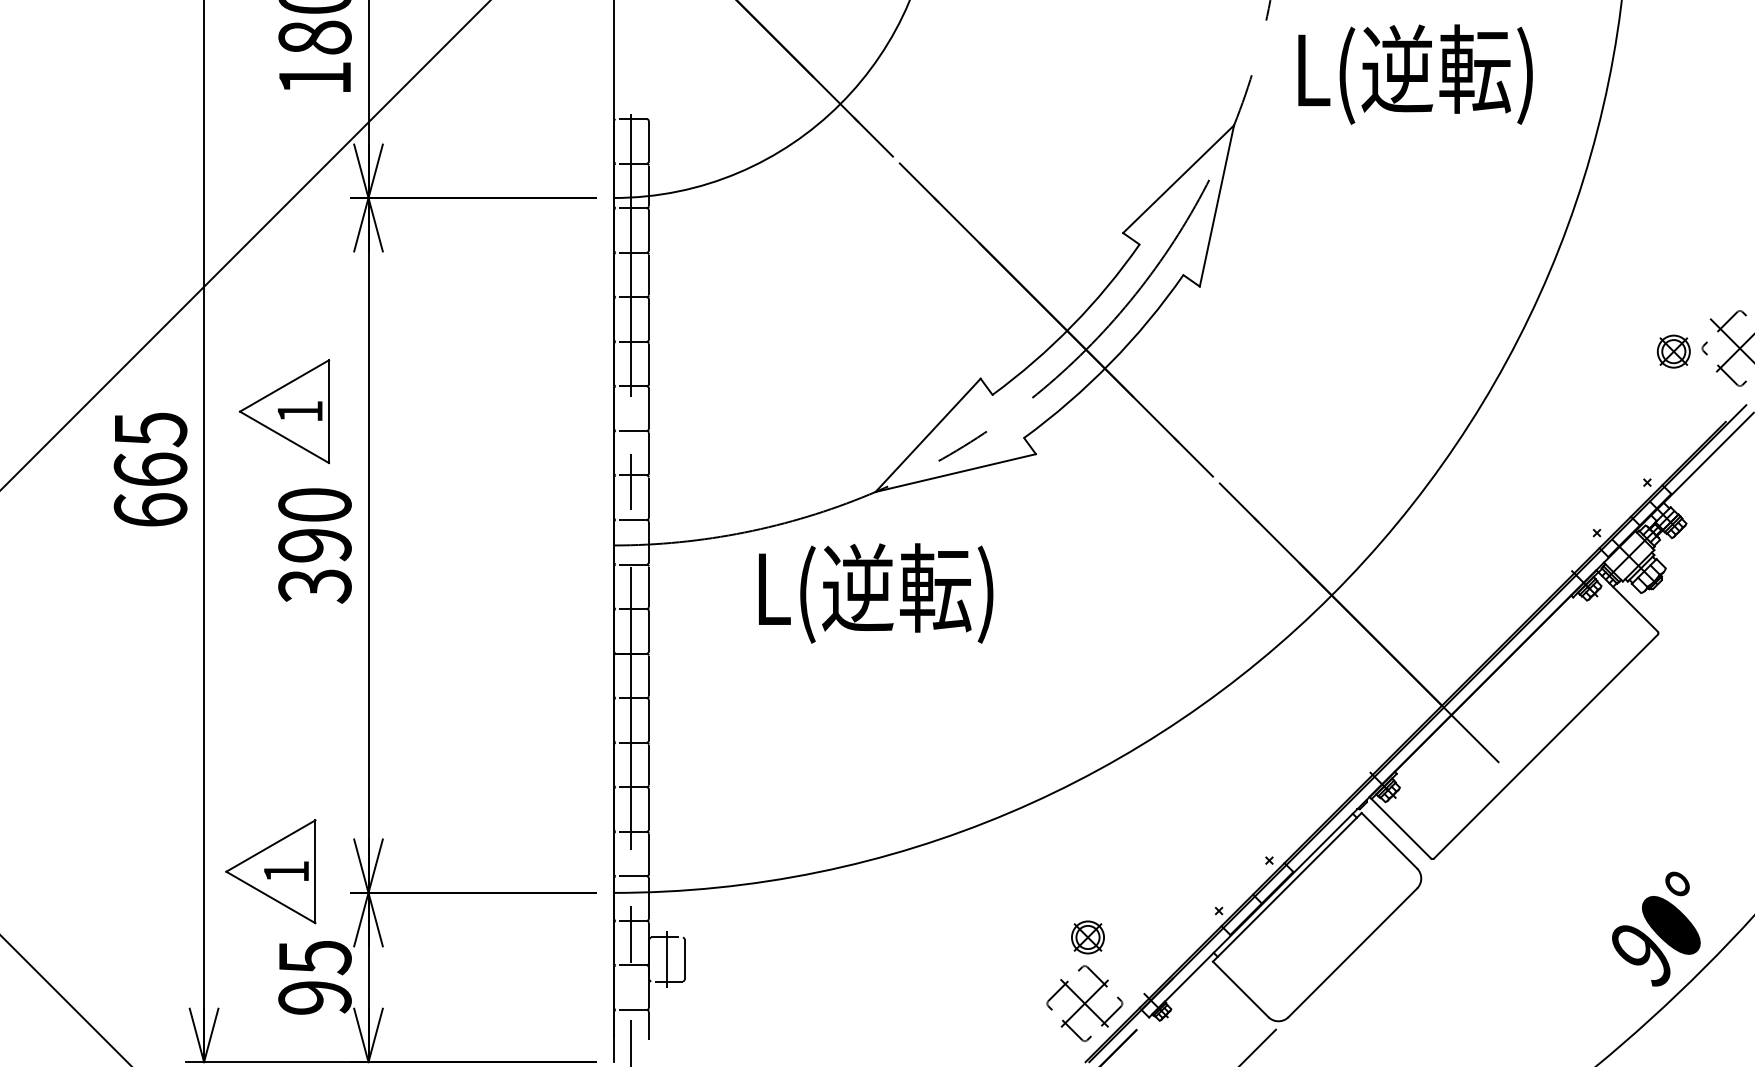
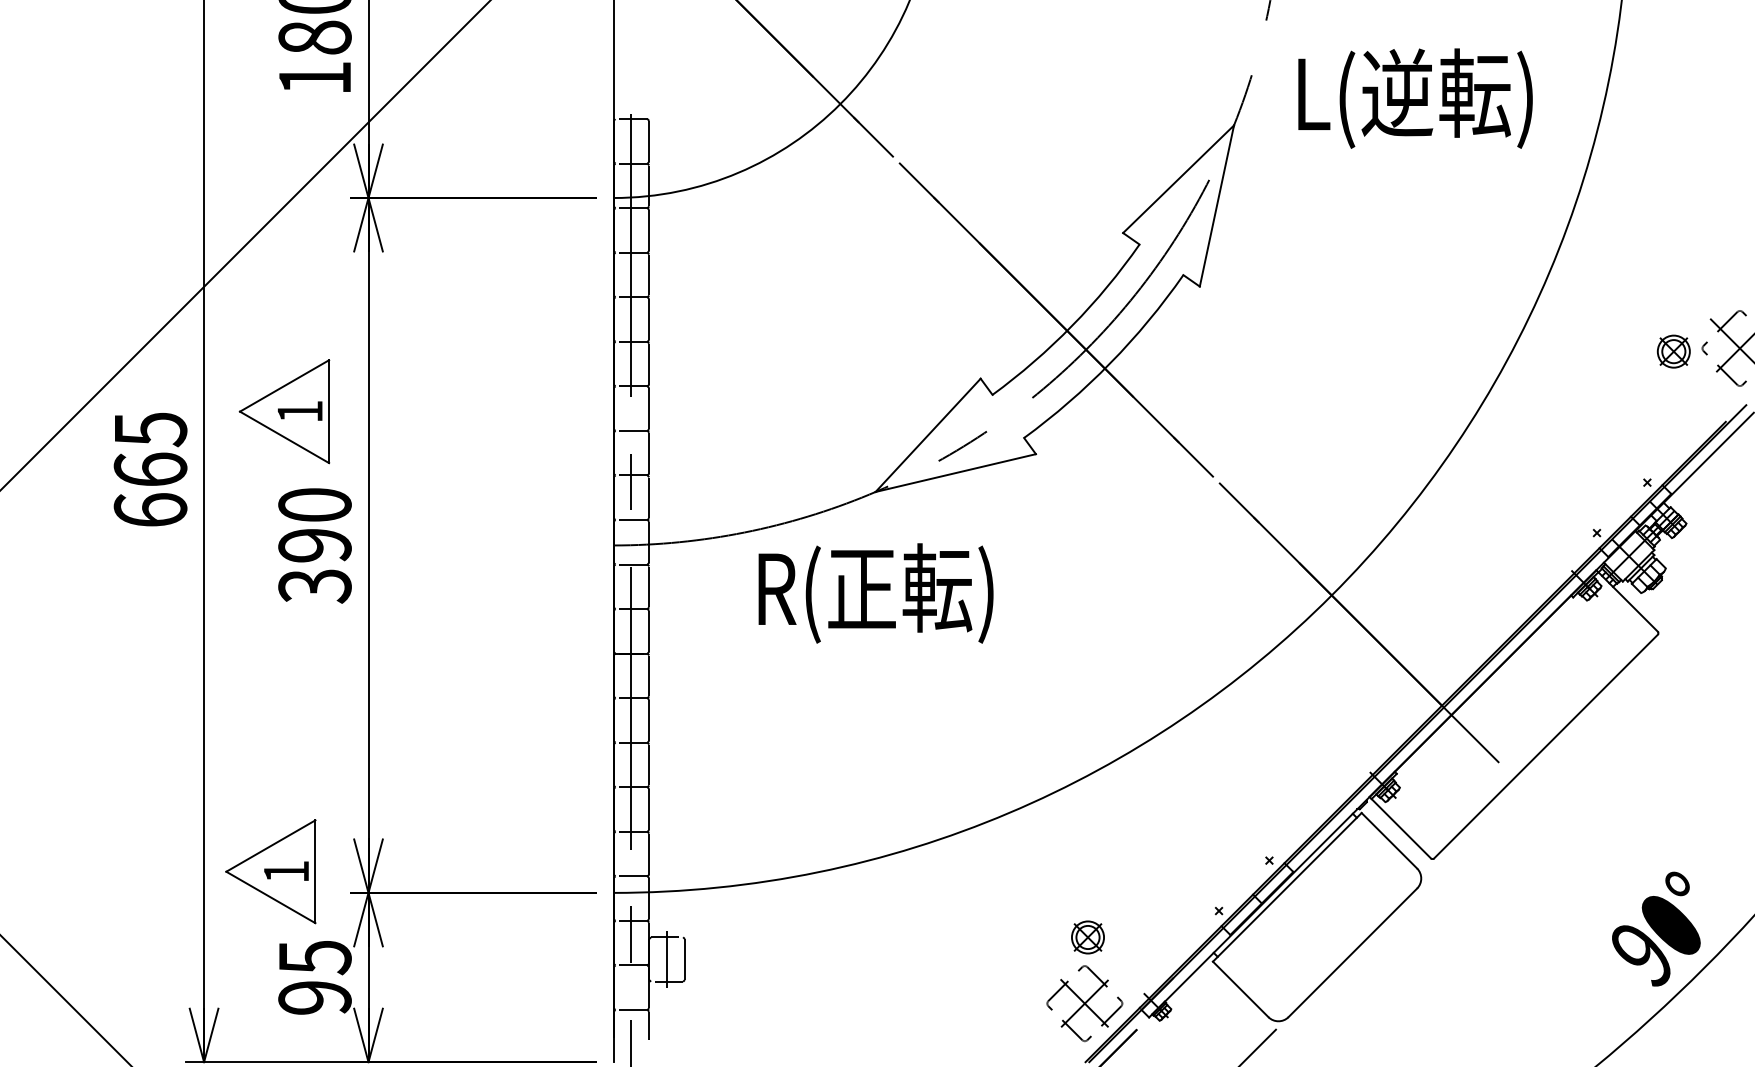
text at (1415, 74) position: (1415, 74) -> (1415, 98)
text at (875, 593): L(逆転) -> R(正転)
